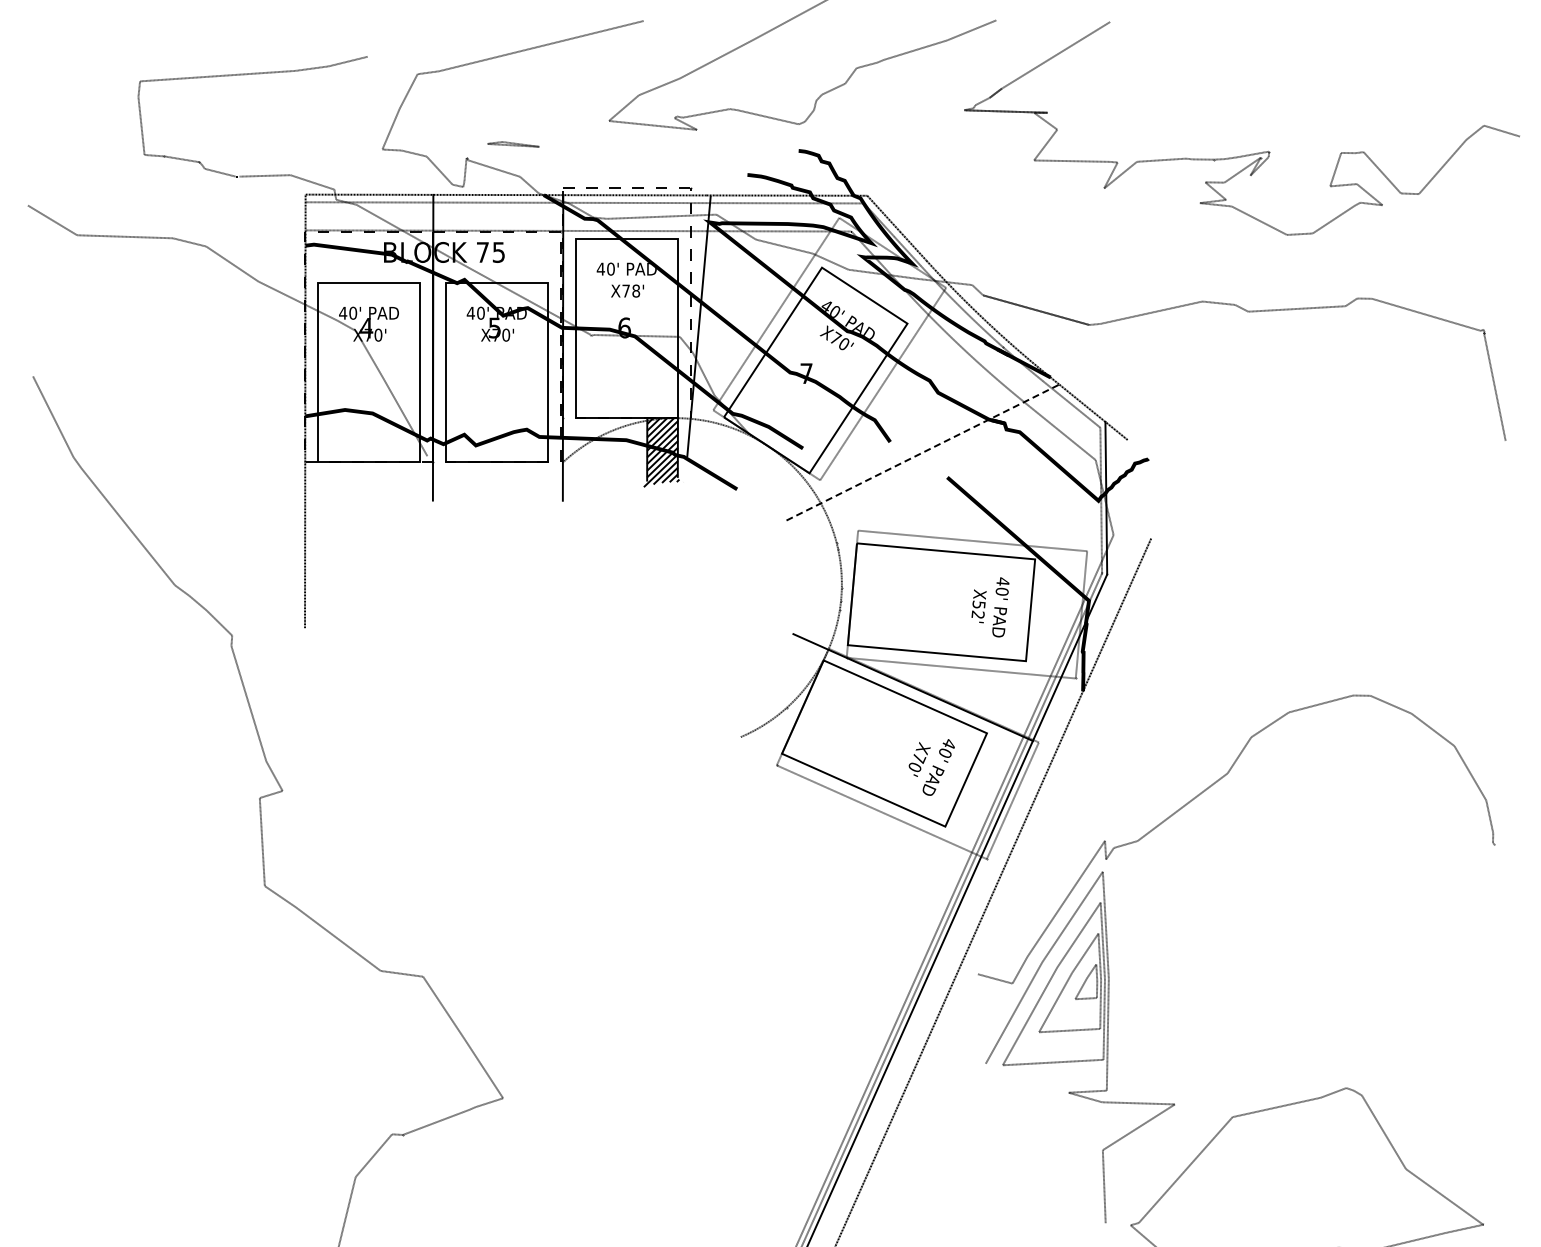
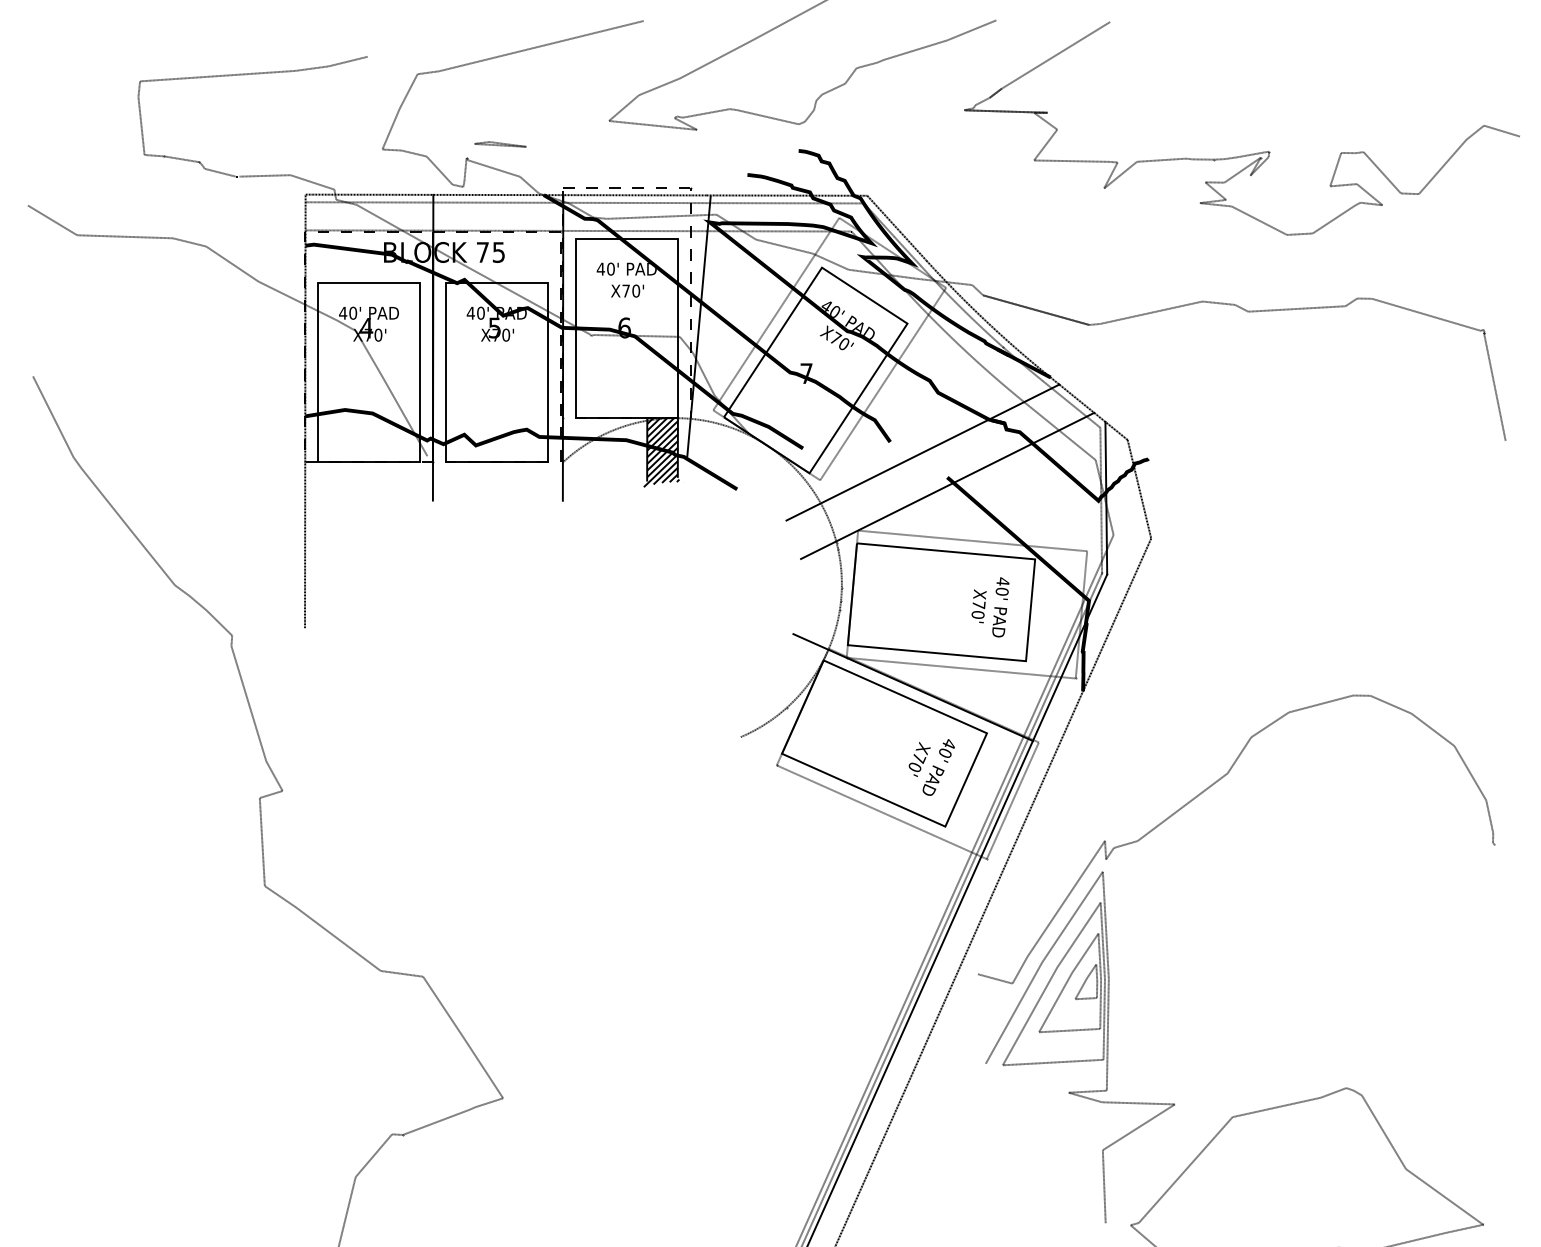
part at (513, 144) position: (513, 144) -> (500, 144)
text at (636, 290): X78' -> X70'
line at (923, 452): dashed -> solid
line at (947, 485): none -> present
line at (1139, 488): none -> present
text at (978, 609): X52' -> X70'
